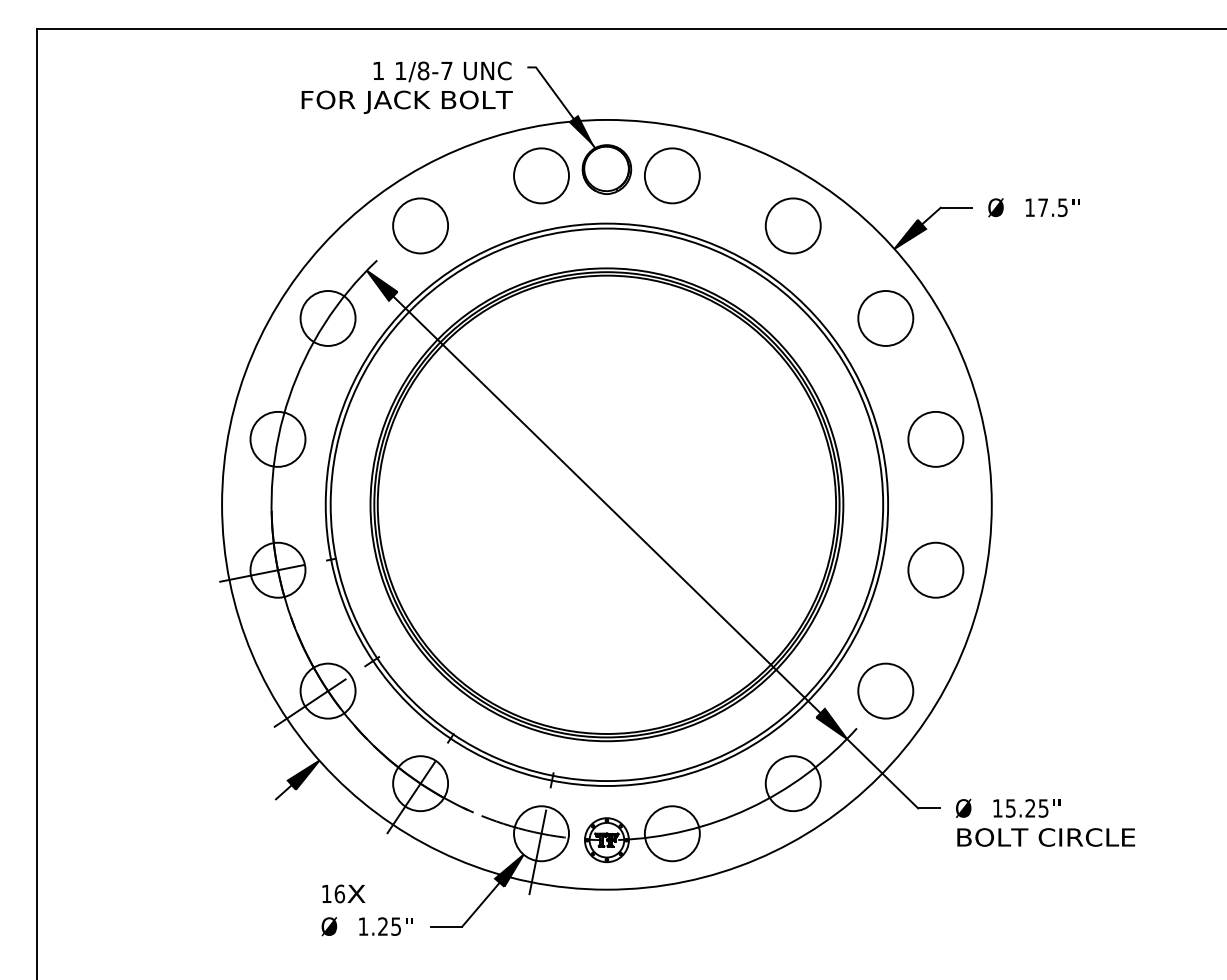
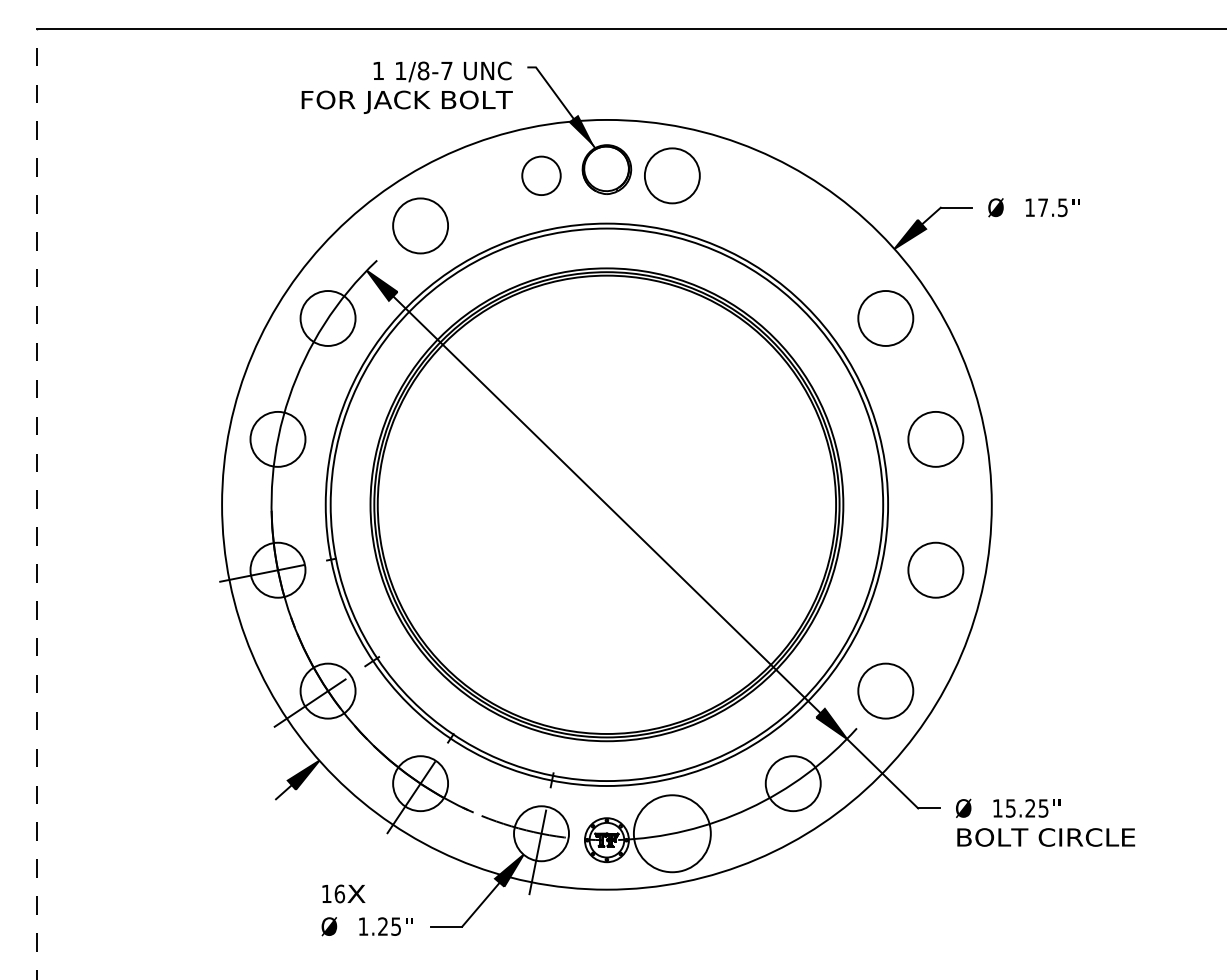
circle at (541, 175) diameter: 55 px -> 38 px
circle at (792, 225): present -> none
line at (36, 504): solid -> dashed
circle at (671, 833) diameter: 55 px -> 77 px
